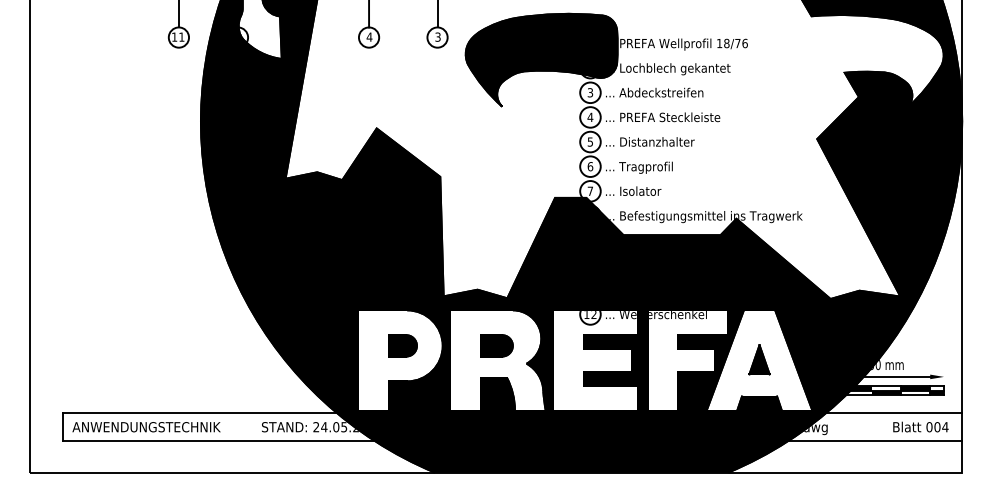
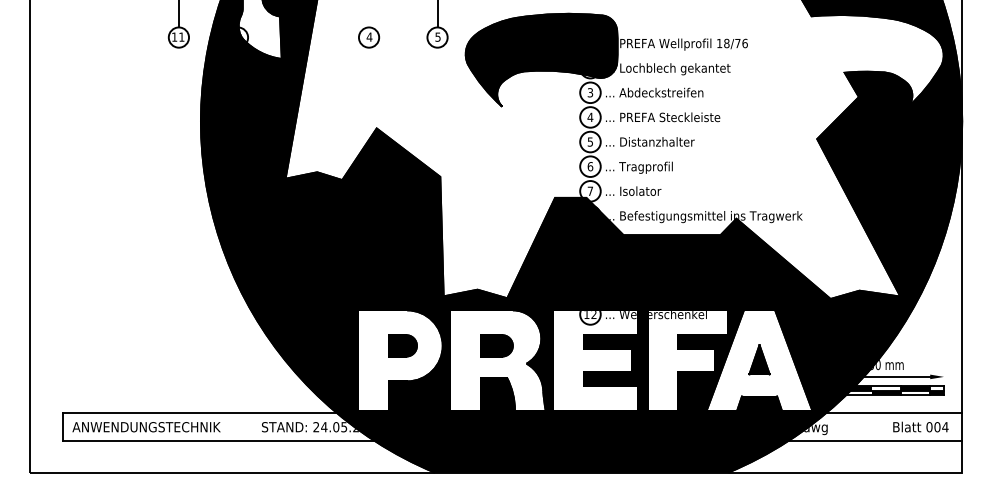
line at (369, 14): present -> none
text at (437, 36): 3 -> 5
